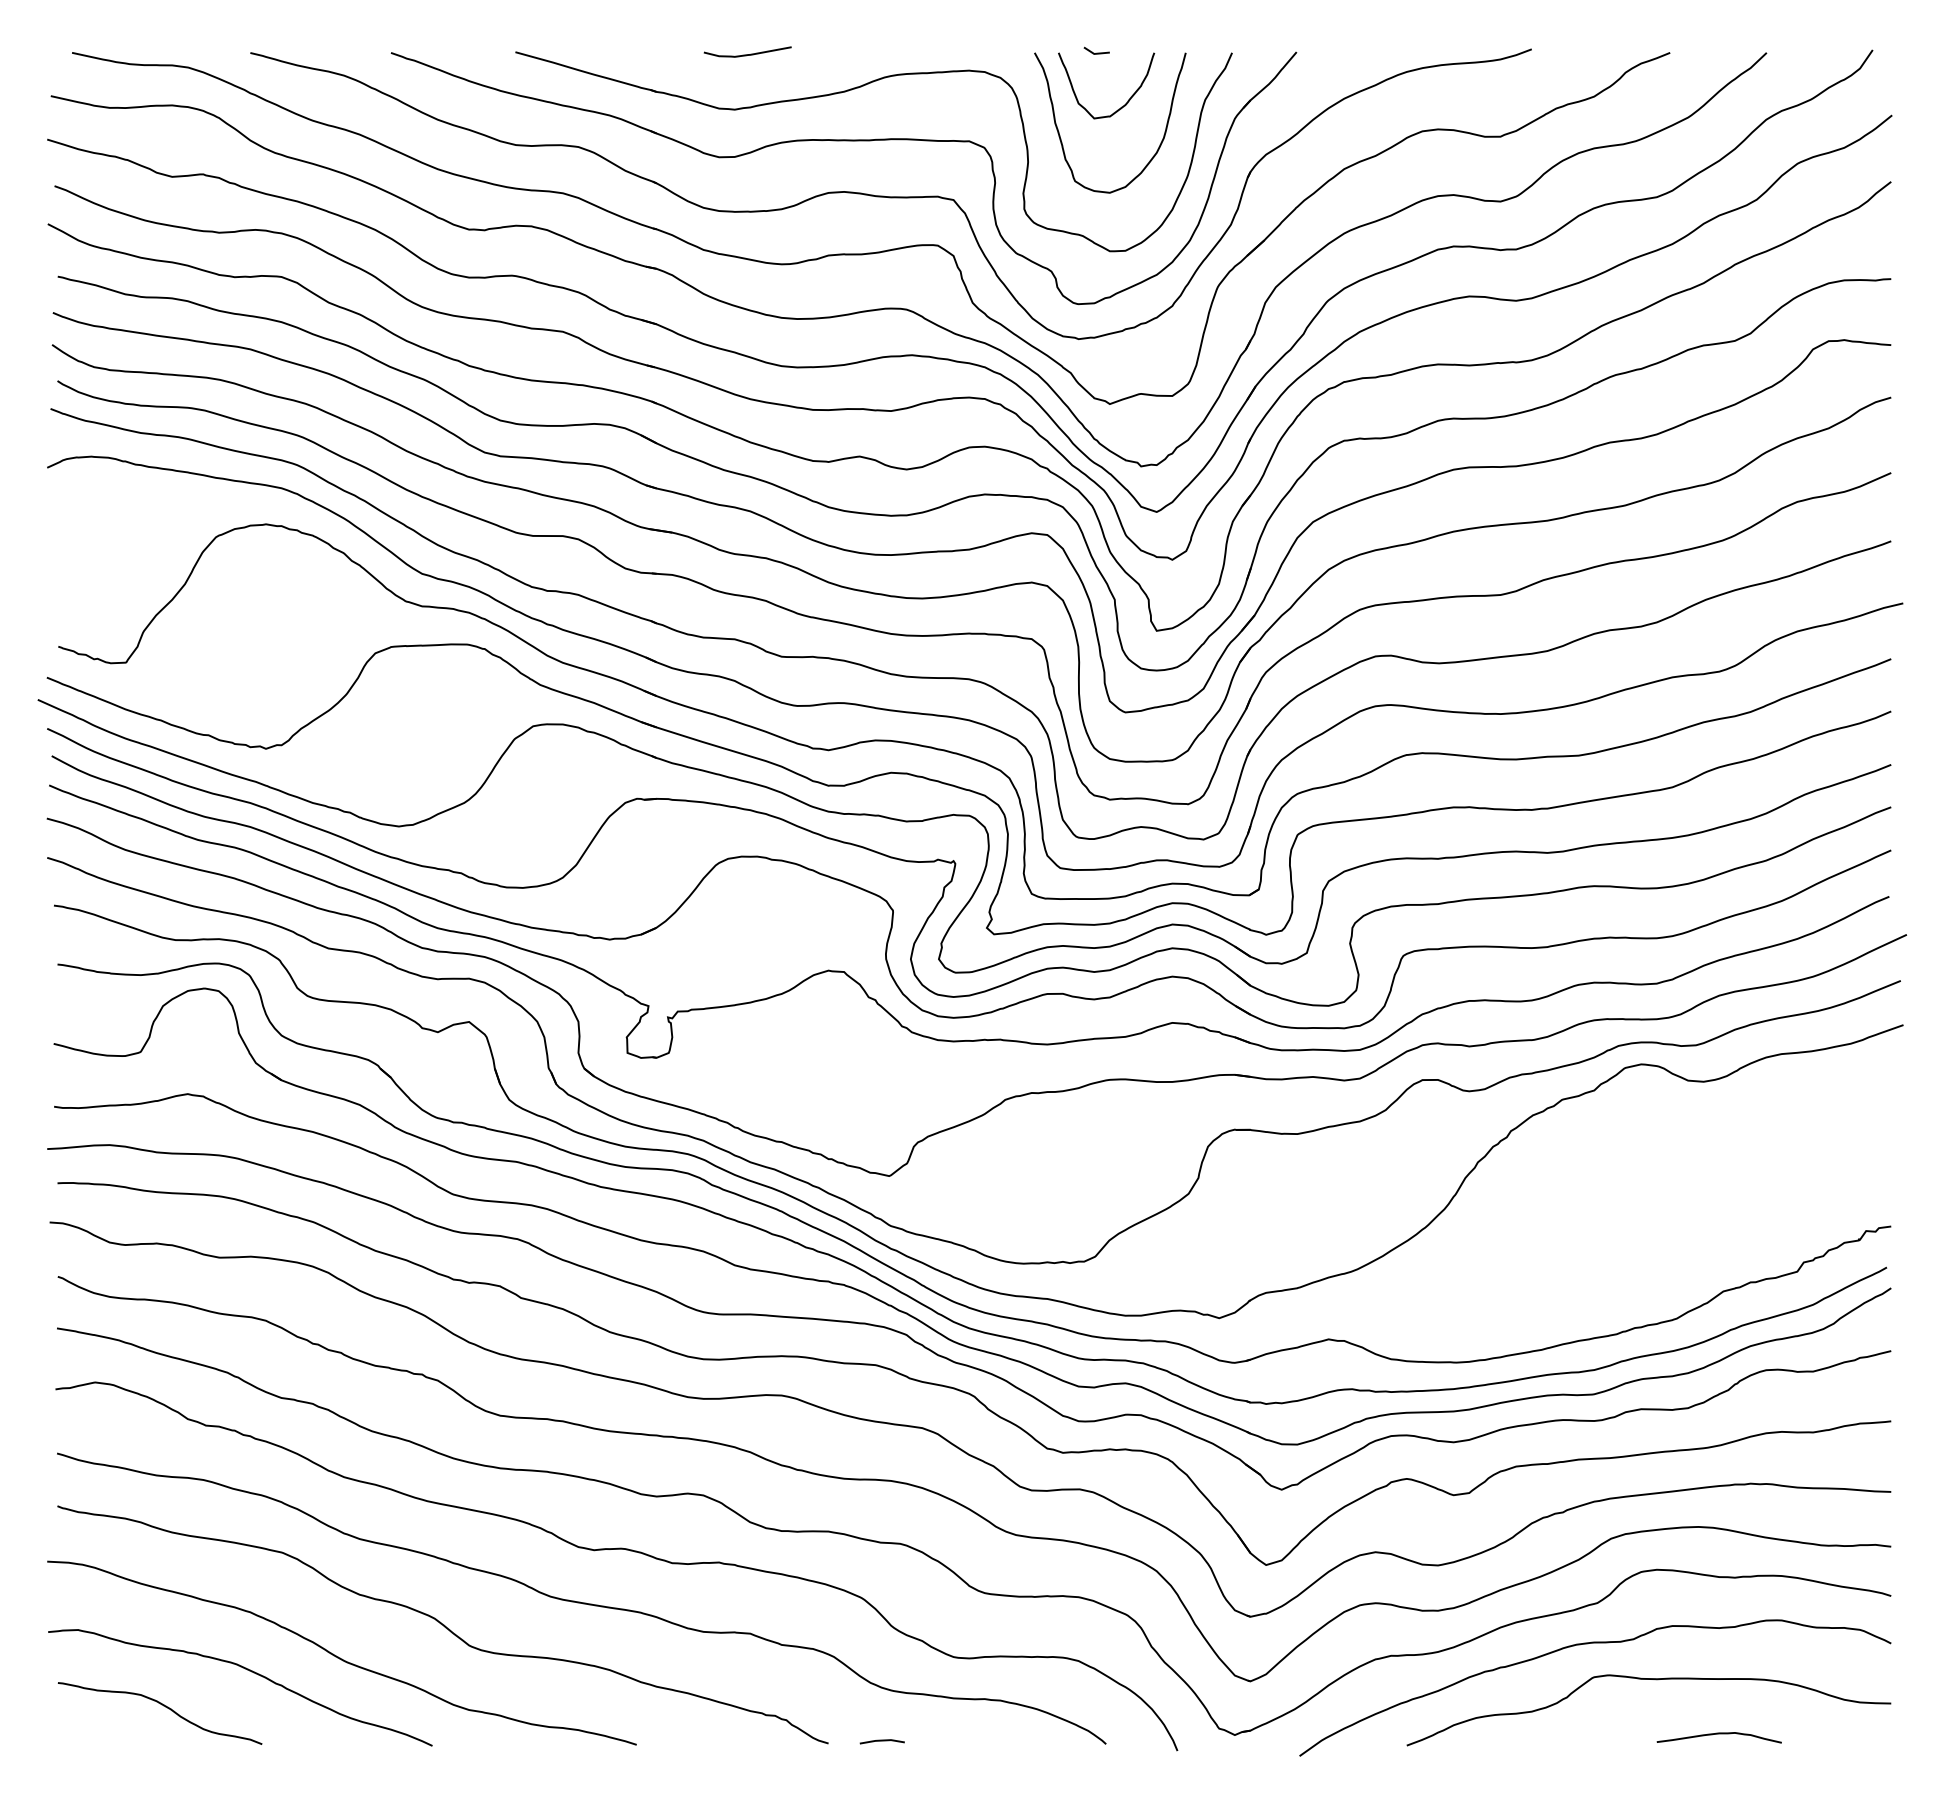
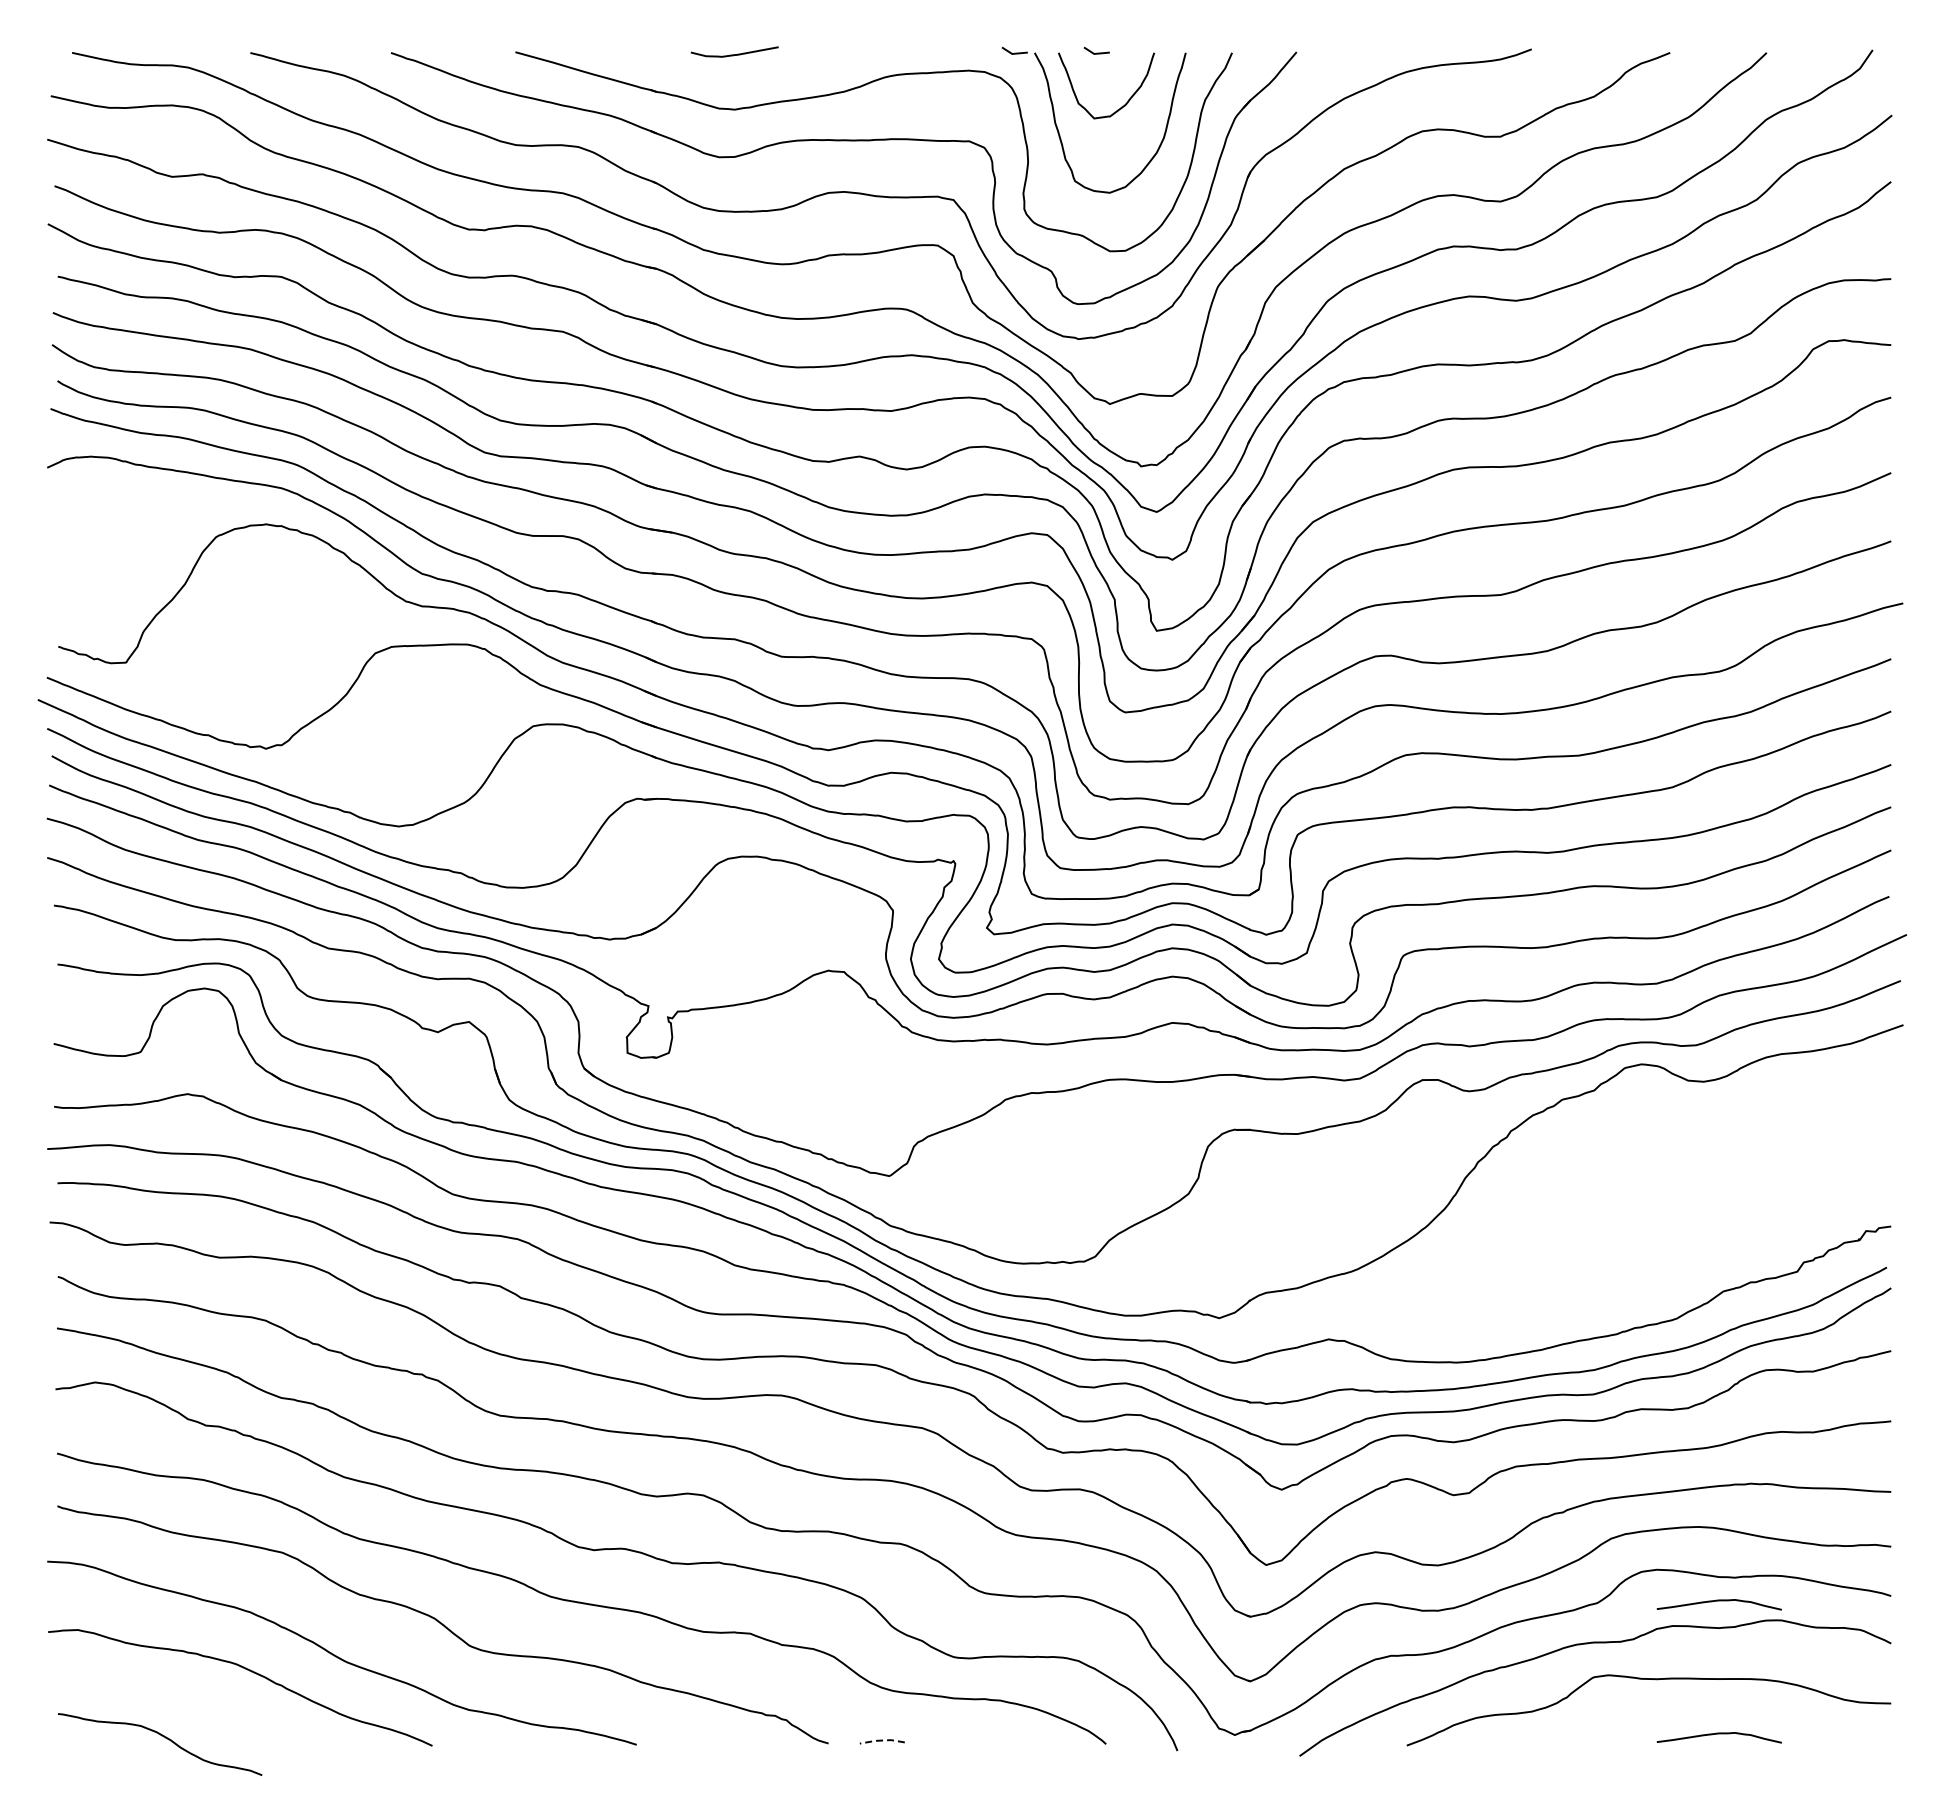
line at (1014, 52): none -> present
curve at (747, 54) position: (747, 54) -> (734, 54)
curve at (1718, 1601): none -> present
curve at (163, 1706) position: (163, 1706) -> (163, 1737)
line at (882, 1740): solid -> dashed
